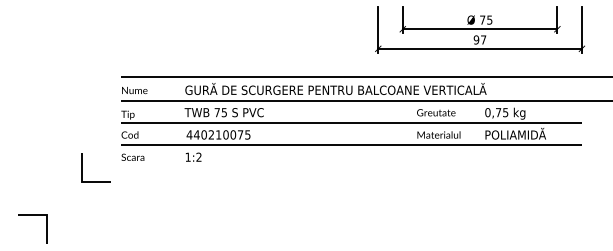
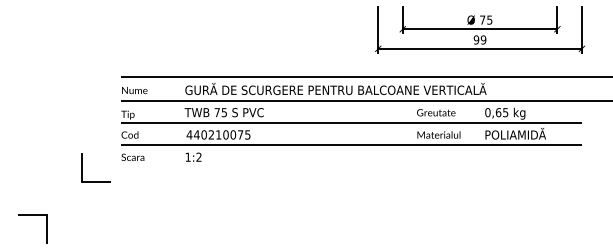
text at (483, 39): 97 -> 99
text at (498, 112): 0,75 -> 0,65
